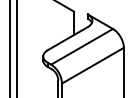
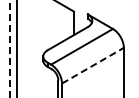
line at (9, 48): solid -> dashed
line at (92, 65): solid -> dashed
